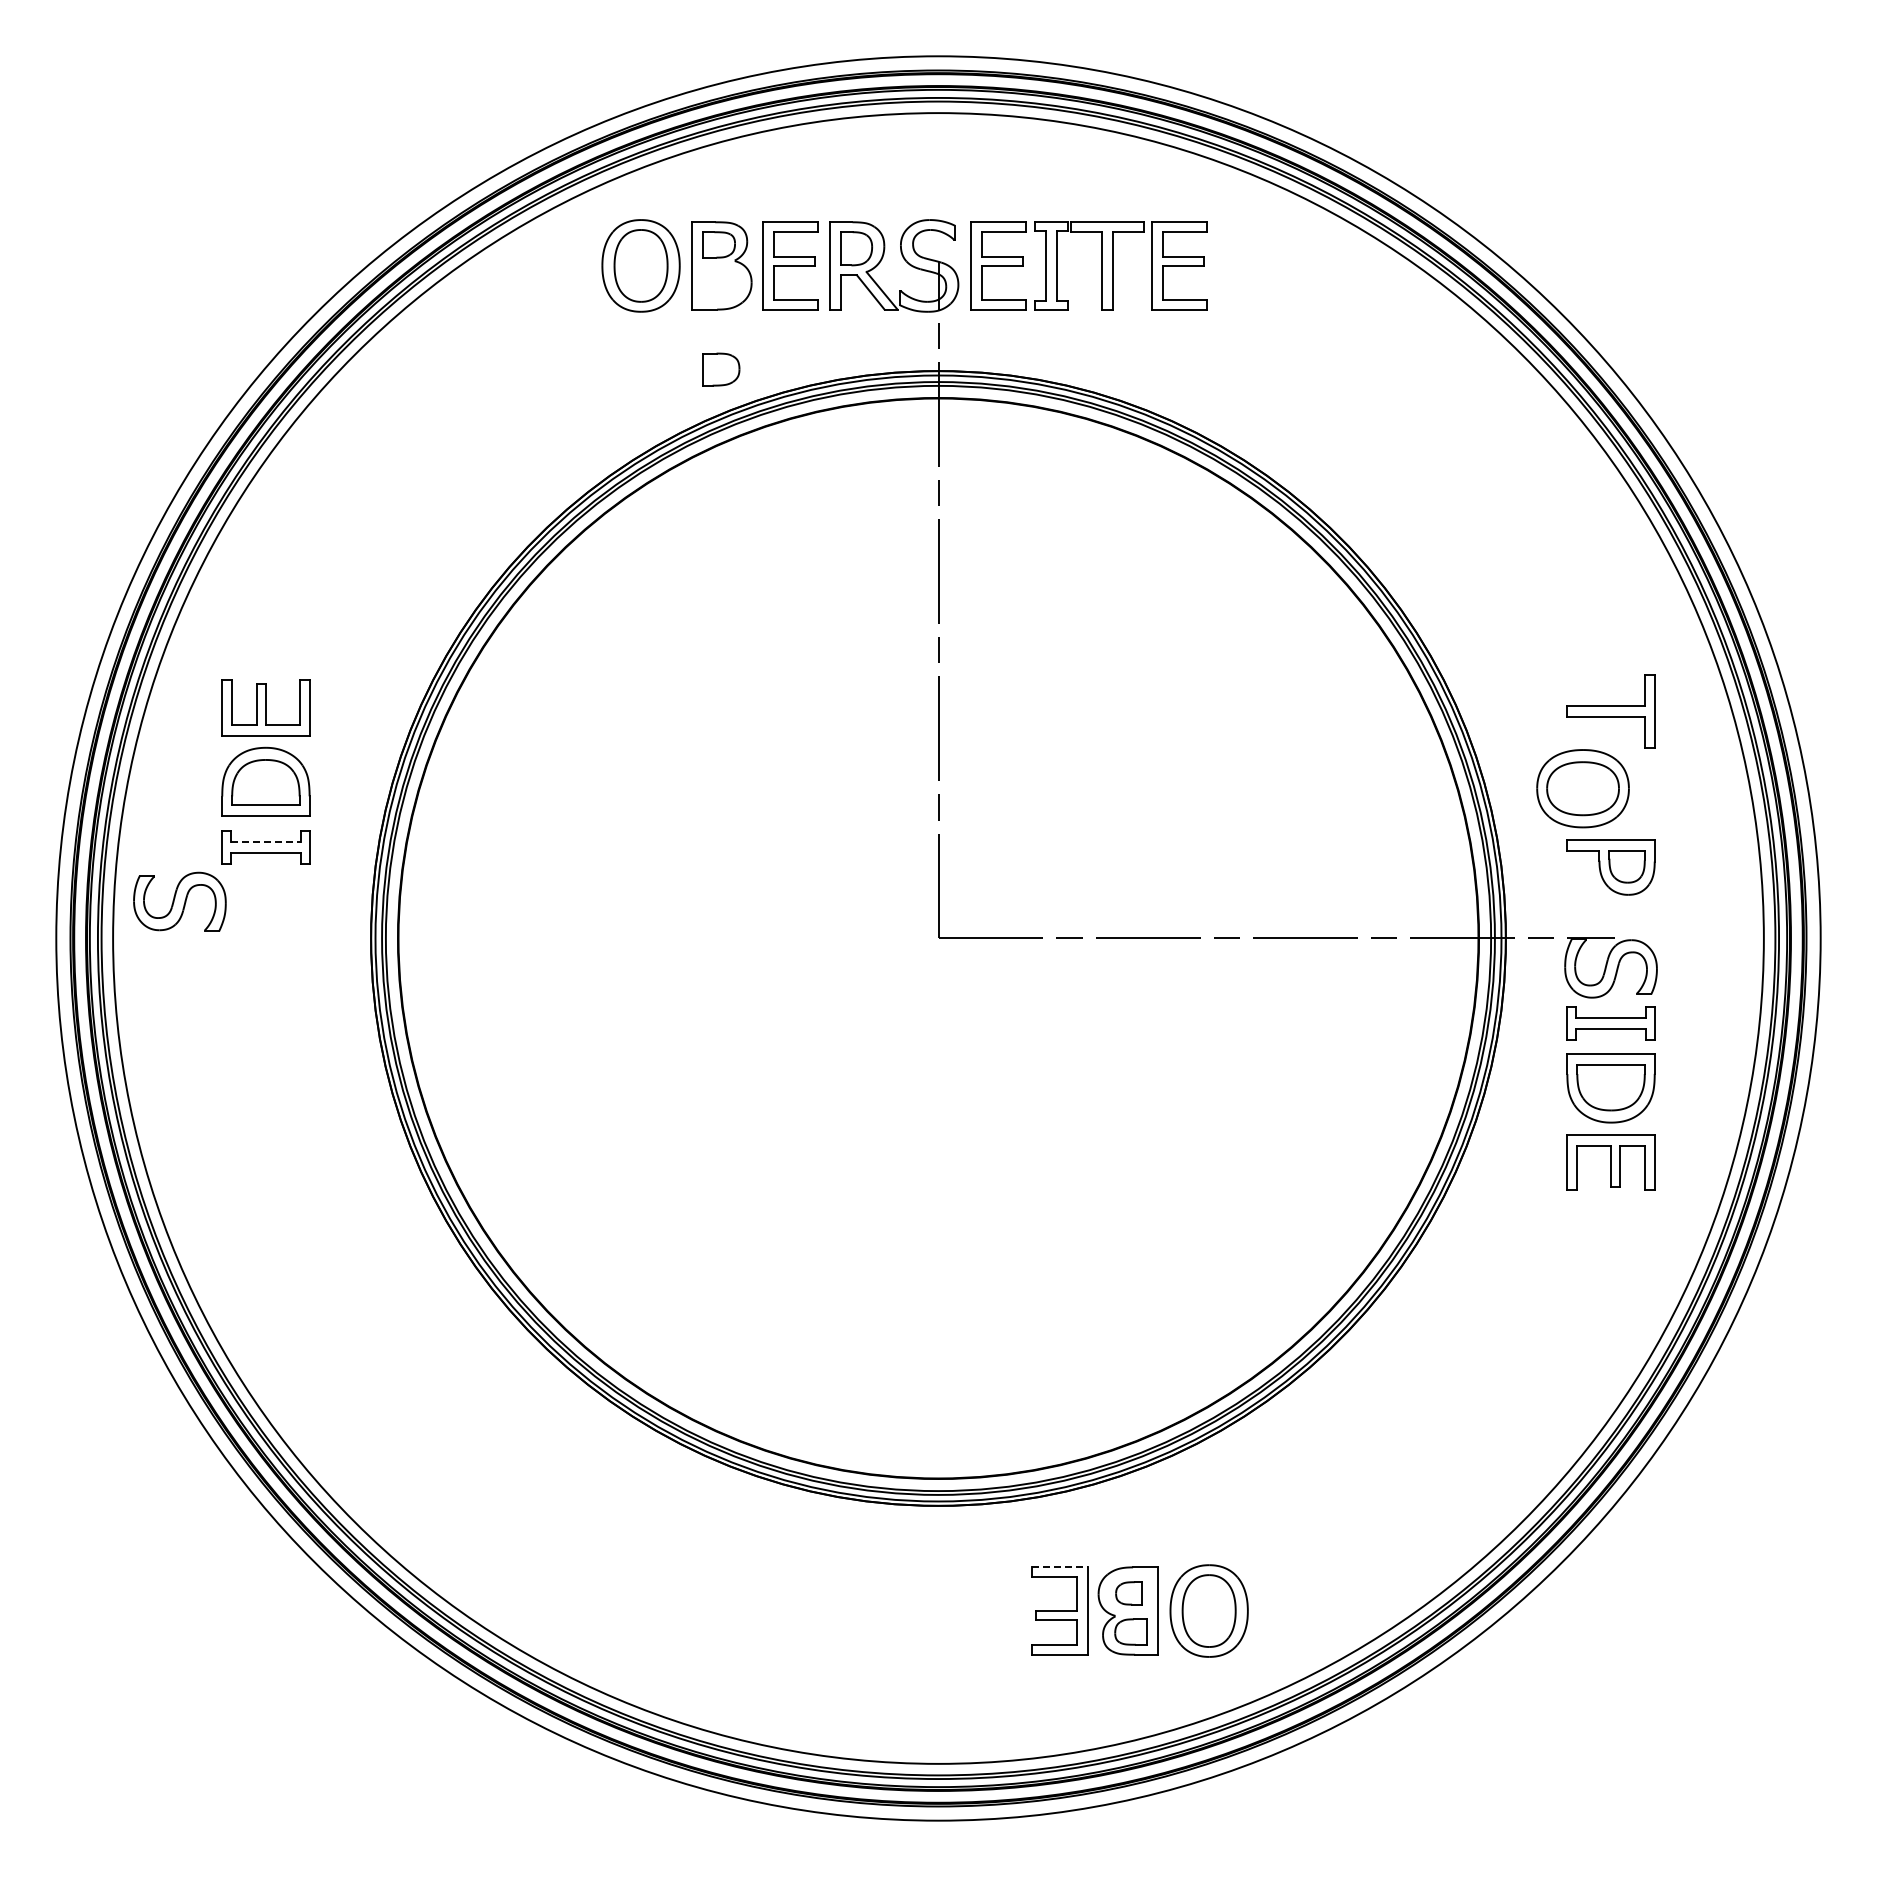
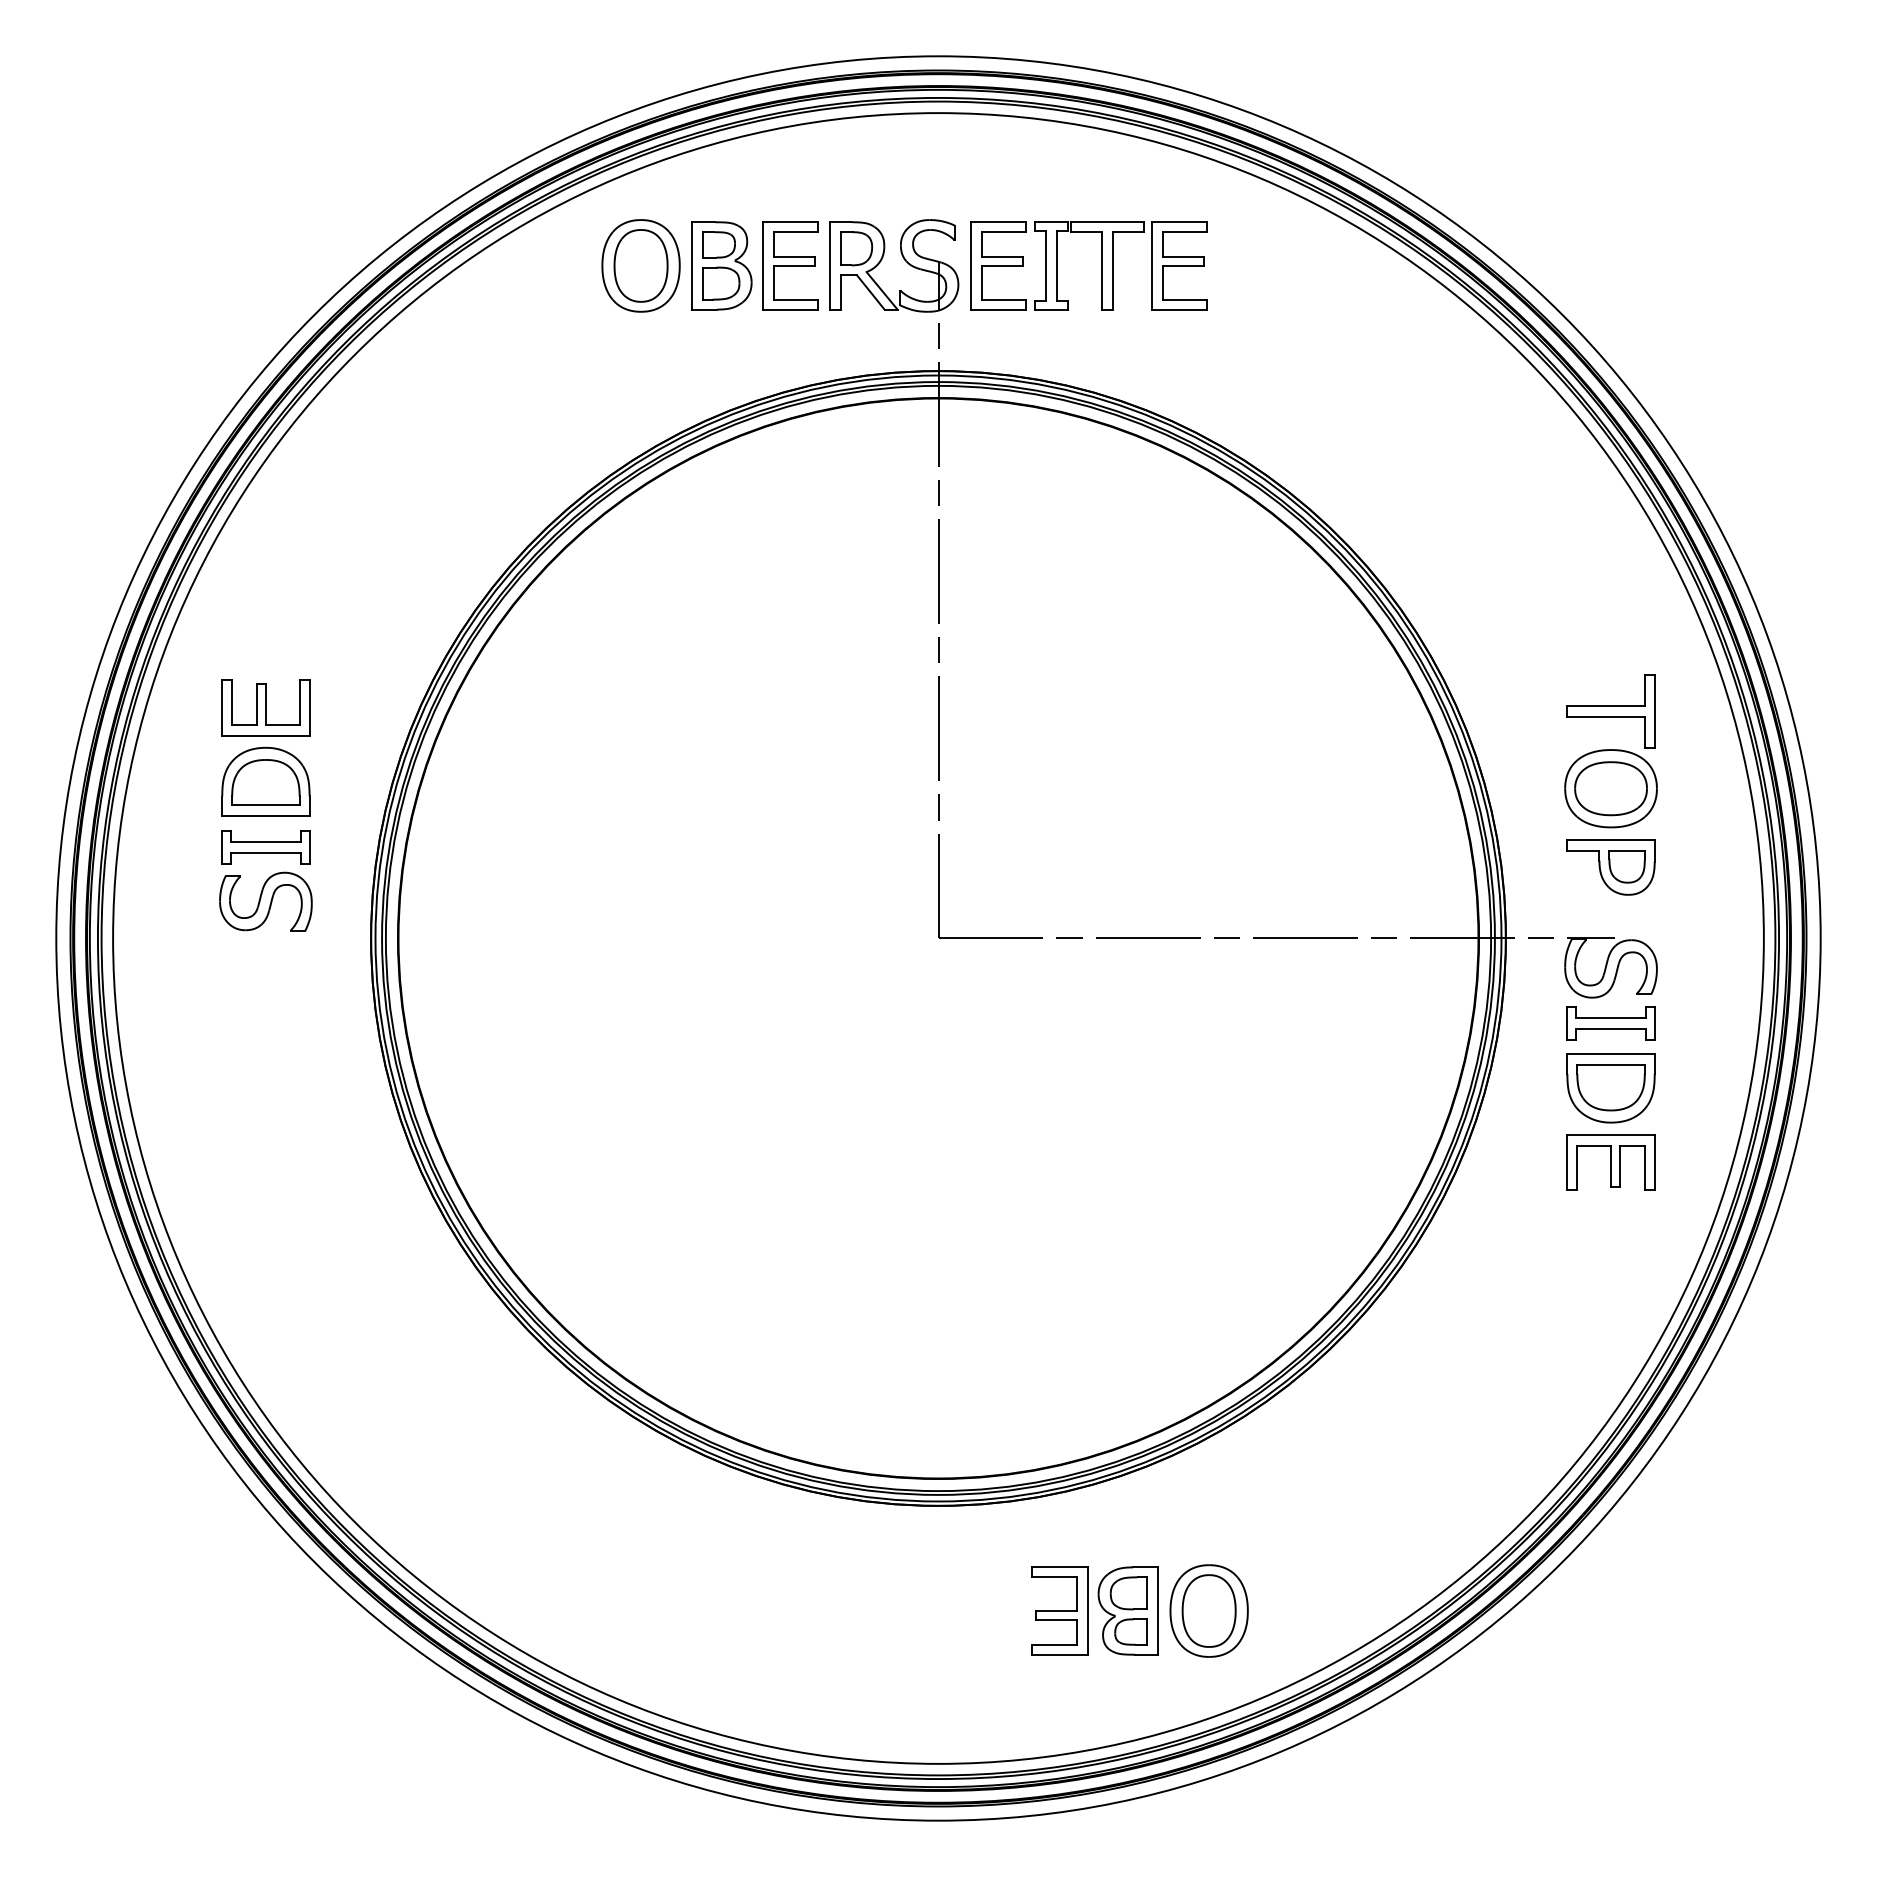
part at (721, 369) position: (721, 369) -> (721, 283)
part at (1582, 788) position: (1582, 788) -> (1610, 788)
line at (265, 841): dashed -> solid
part at (179, 901) position: (179, 901) -> (265, 901)
line at (1059, 1567): dashed -> solid
part at (1128, 1593) size: 28x25 px -> 39x35 px
